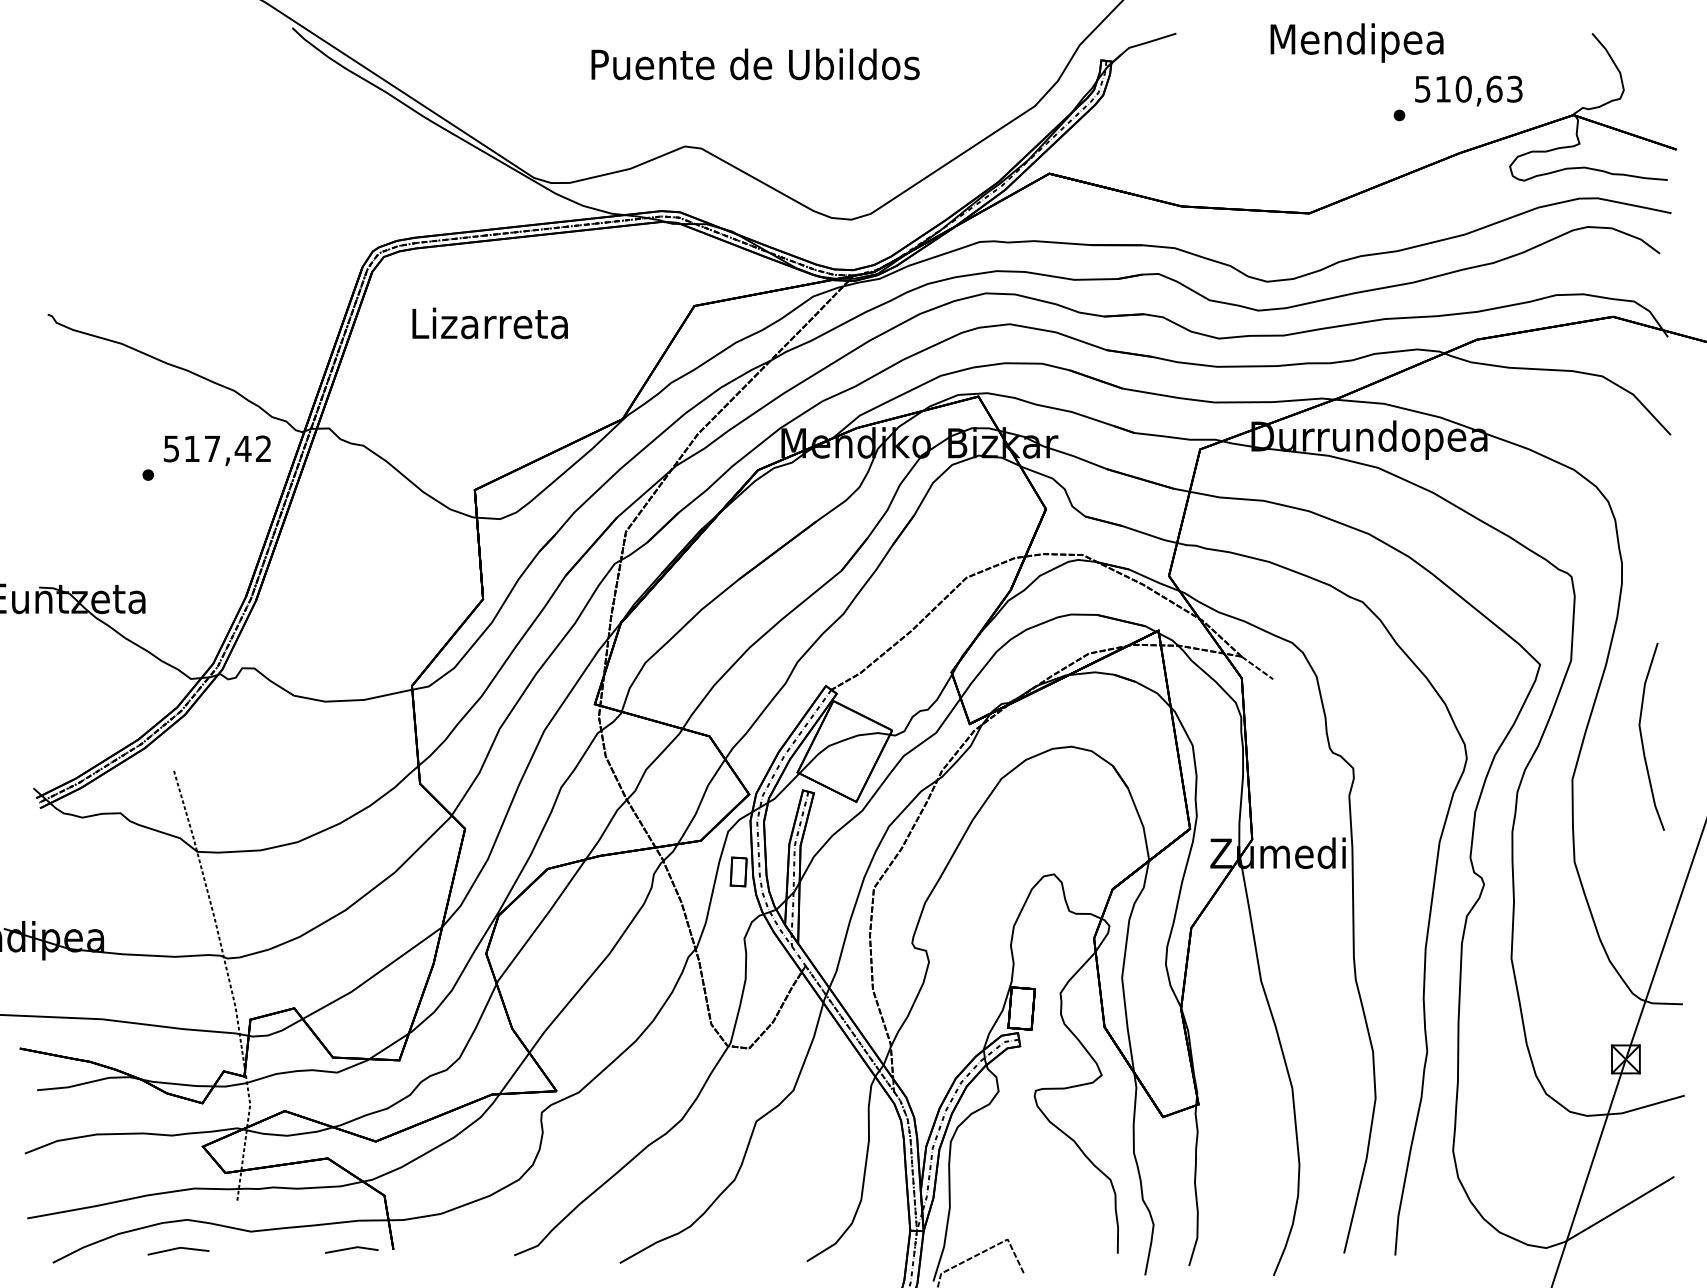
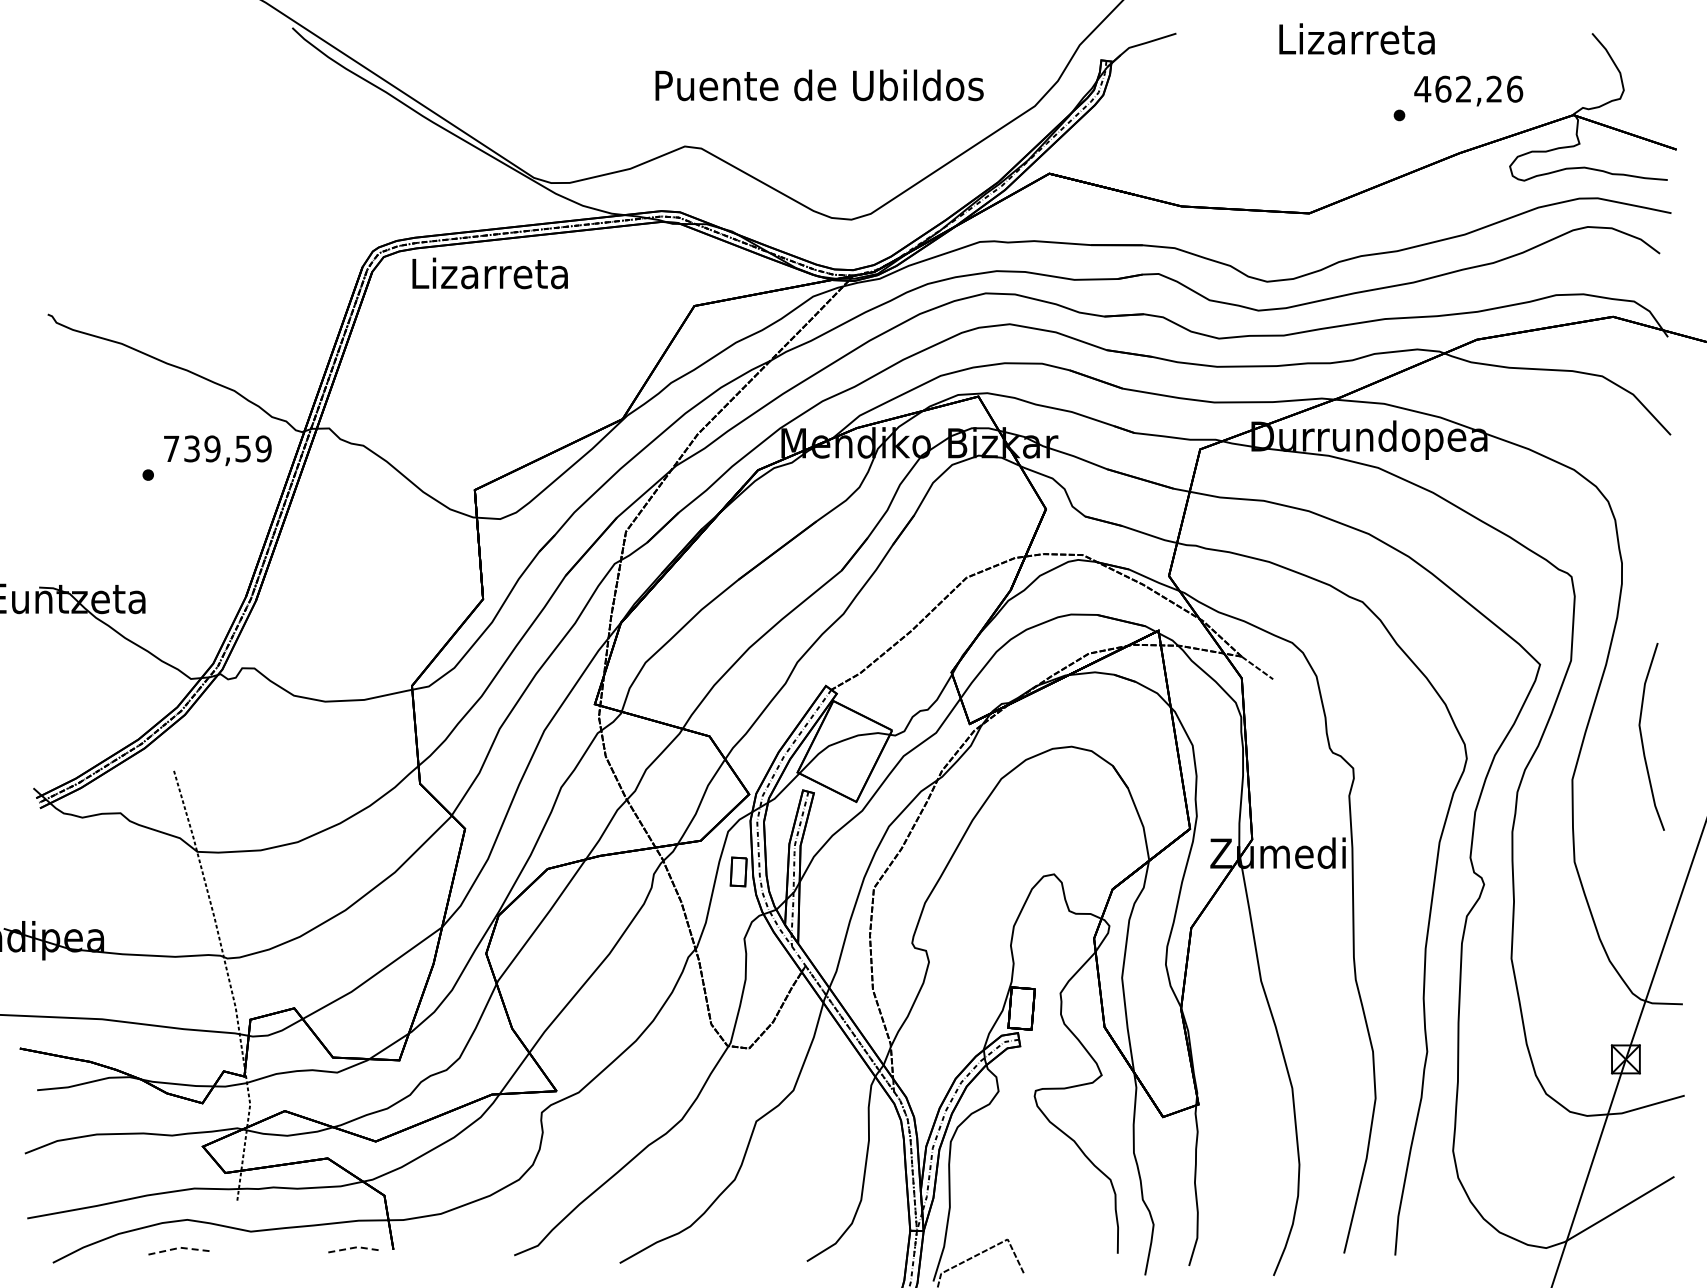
text at (1356, 42): Mendipea -> Lizarreta
text at (755, 64) position: (755, 64) -> (819, 85)
text at (1468, 88): 510,63 -> 462,26
text at (489, 323) position: (489, 323) -> (489, 273)
text at (217, 448): 517,42 -> 739,59
line at (178, 1248): solid -> dashed
line at (351, 1248): solid -> dashed
